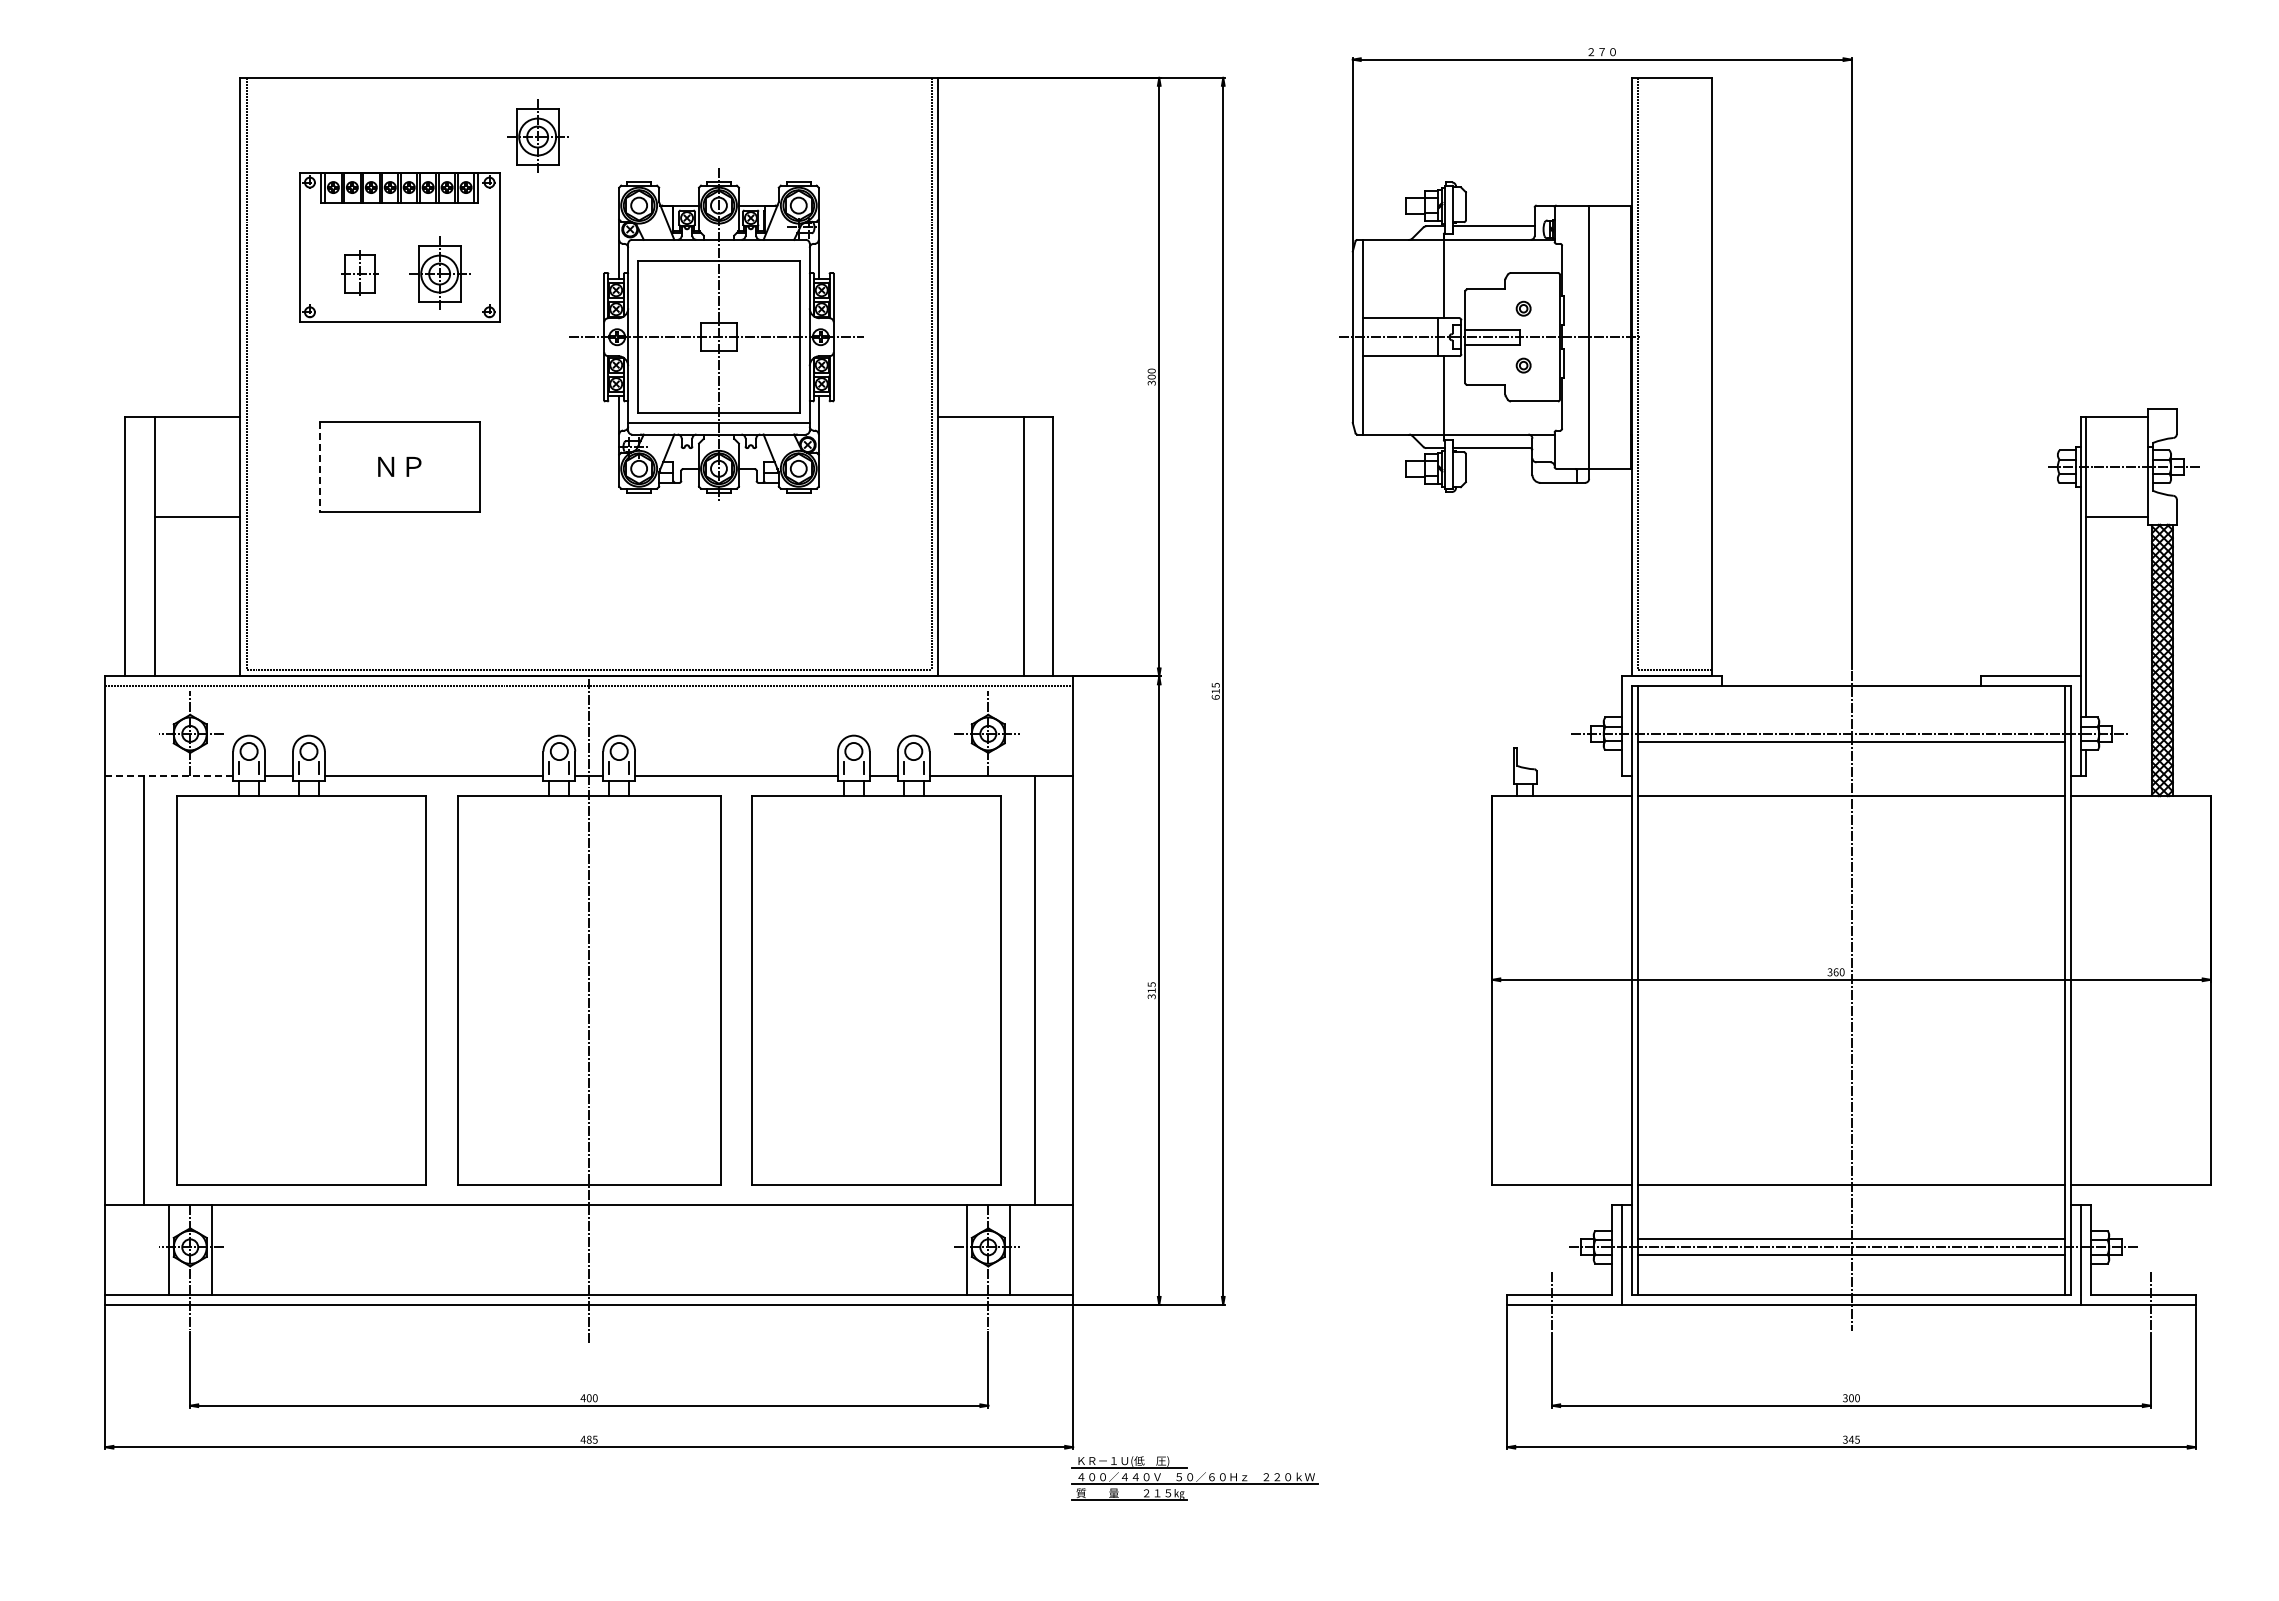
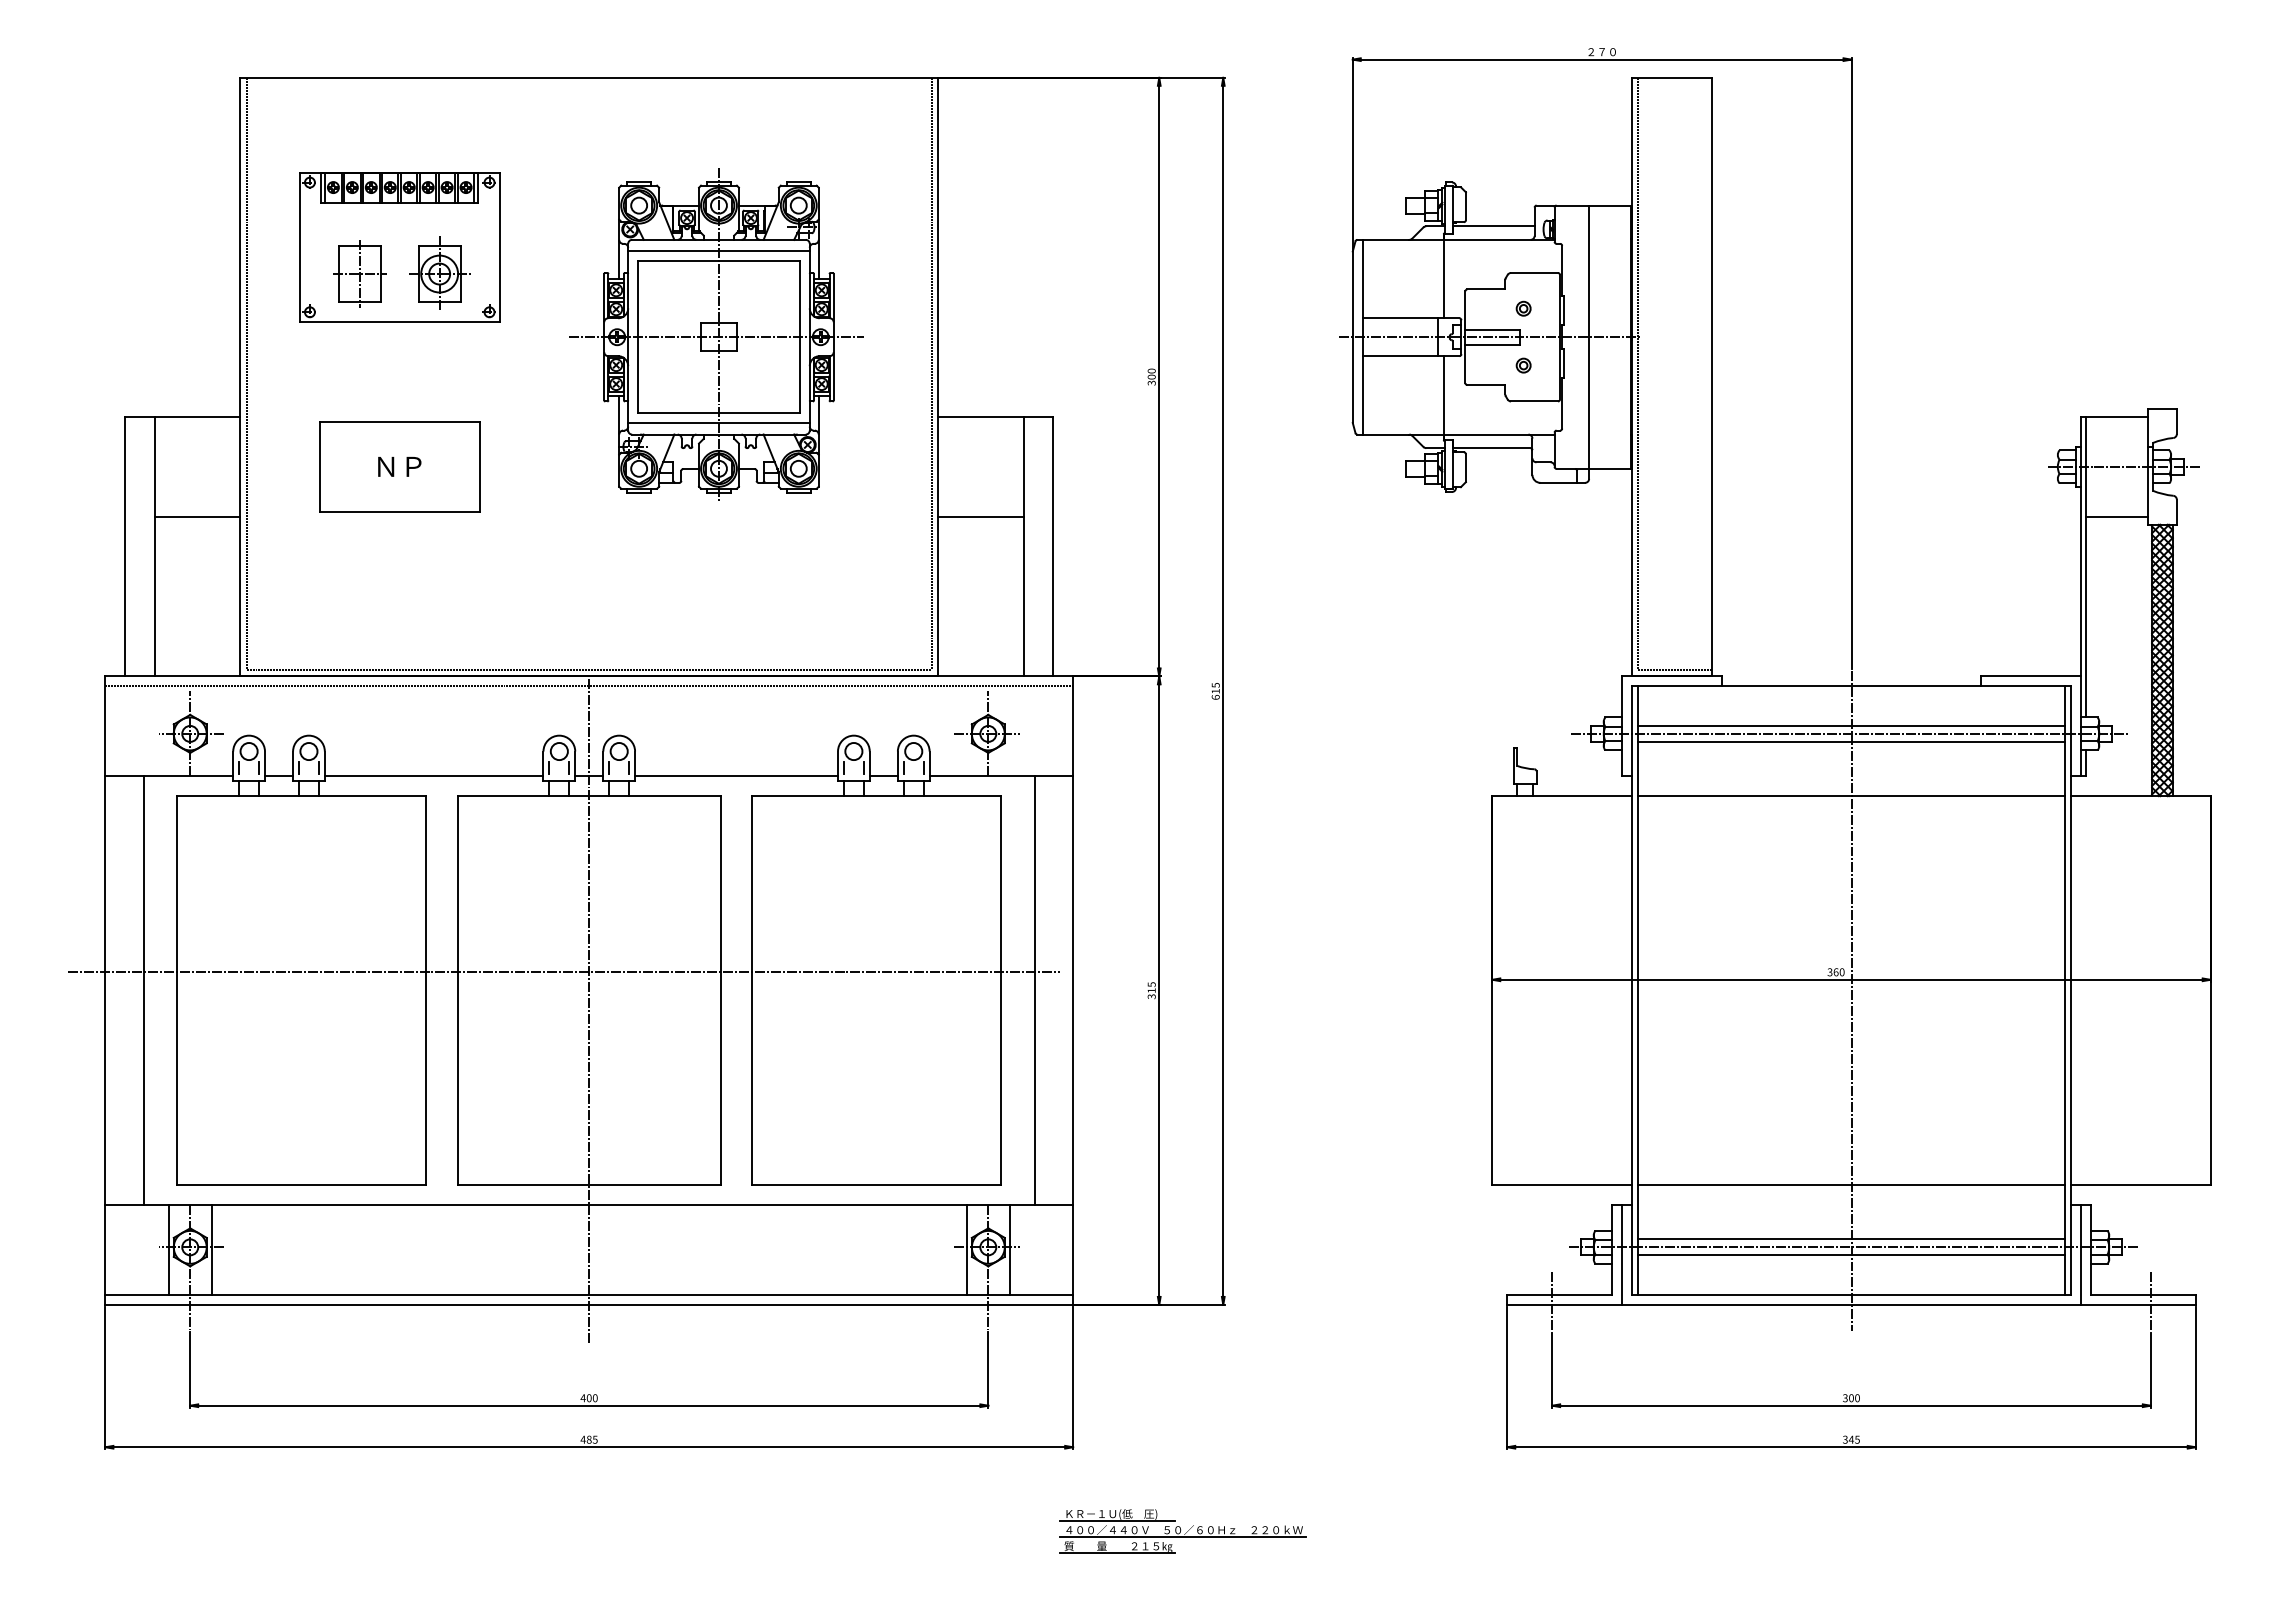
part at (537, 135): present -> none
line at (718, 251): none -> present
part at (359, 272) size: 38x46 px -> 54x68 px
line at (319, 466): dashed -> solid
line at (980, 516): none -> present
line at (1851, 725): none -> present
line at (169, 776): dashed -> solid
line at (563, 972): none -> present
part at (1194, 1478) position: (1194, 1478) -> (1182, 1531)
